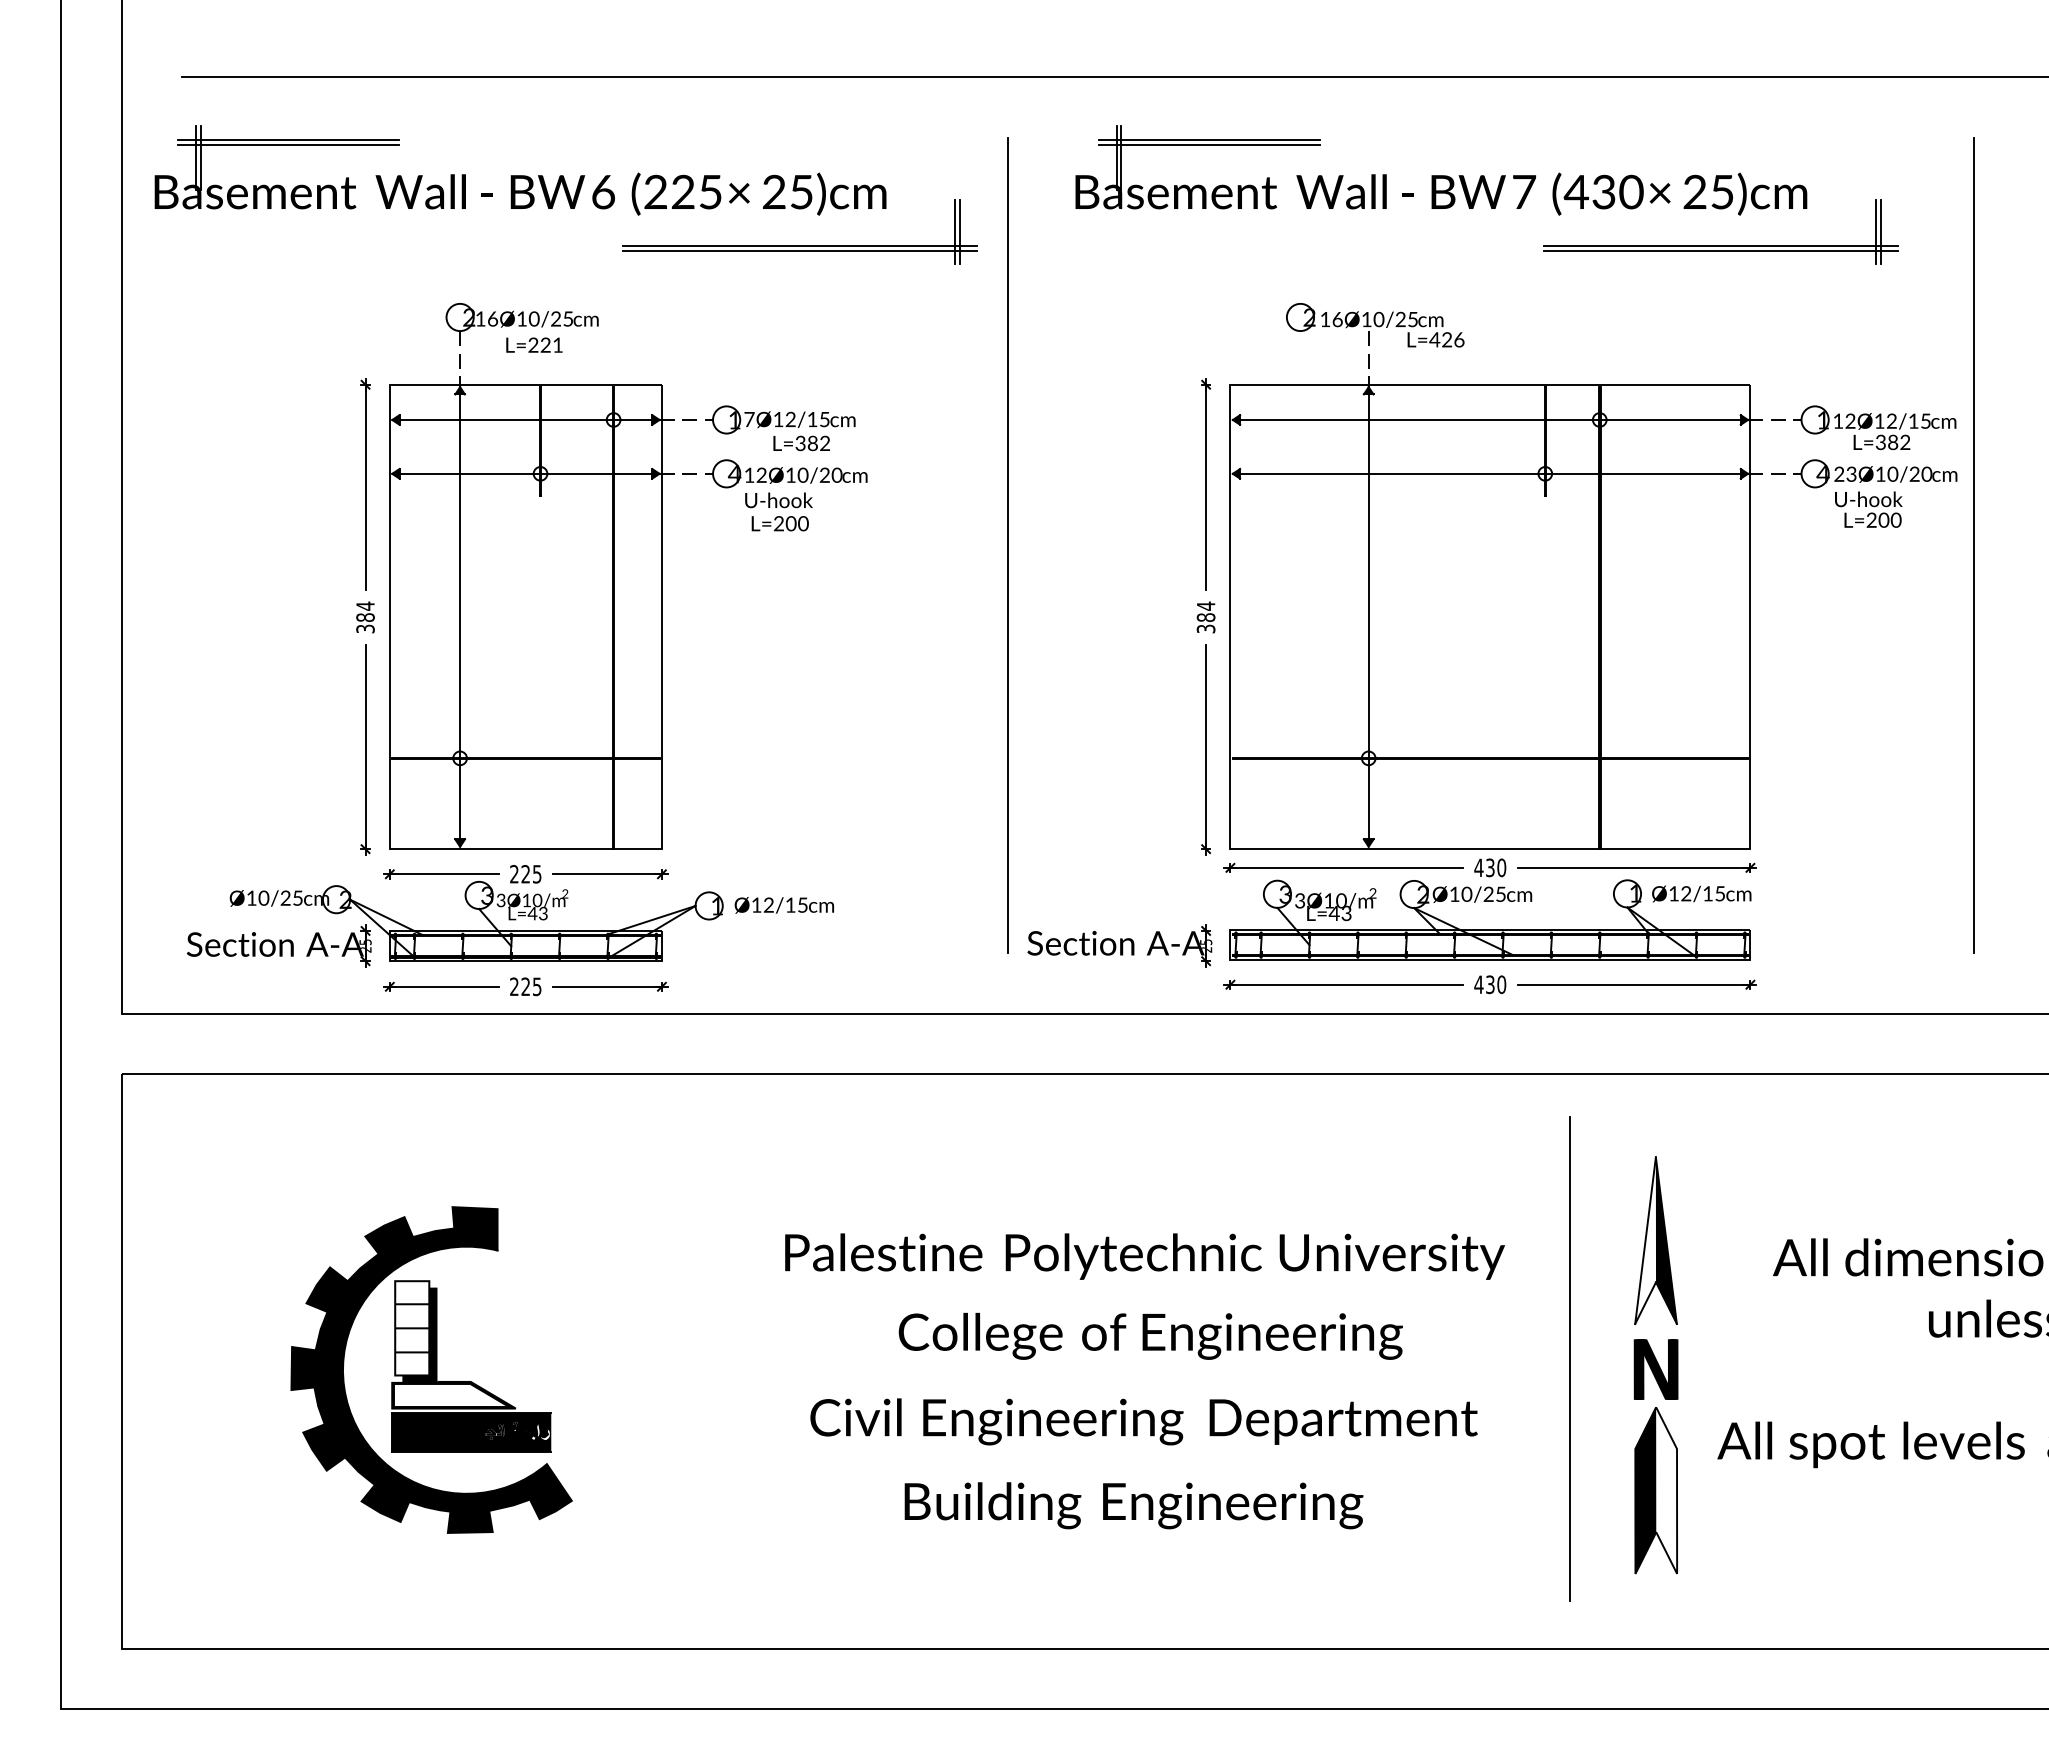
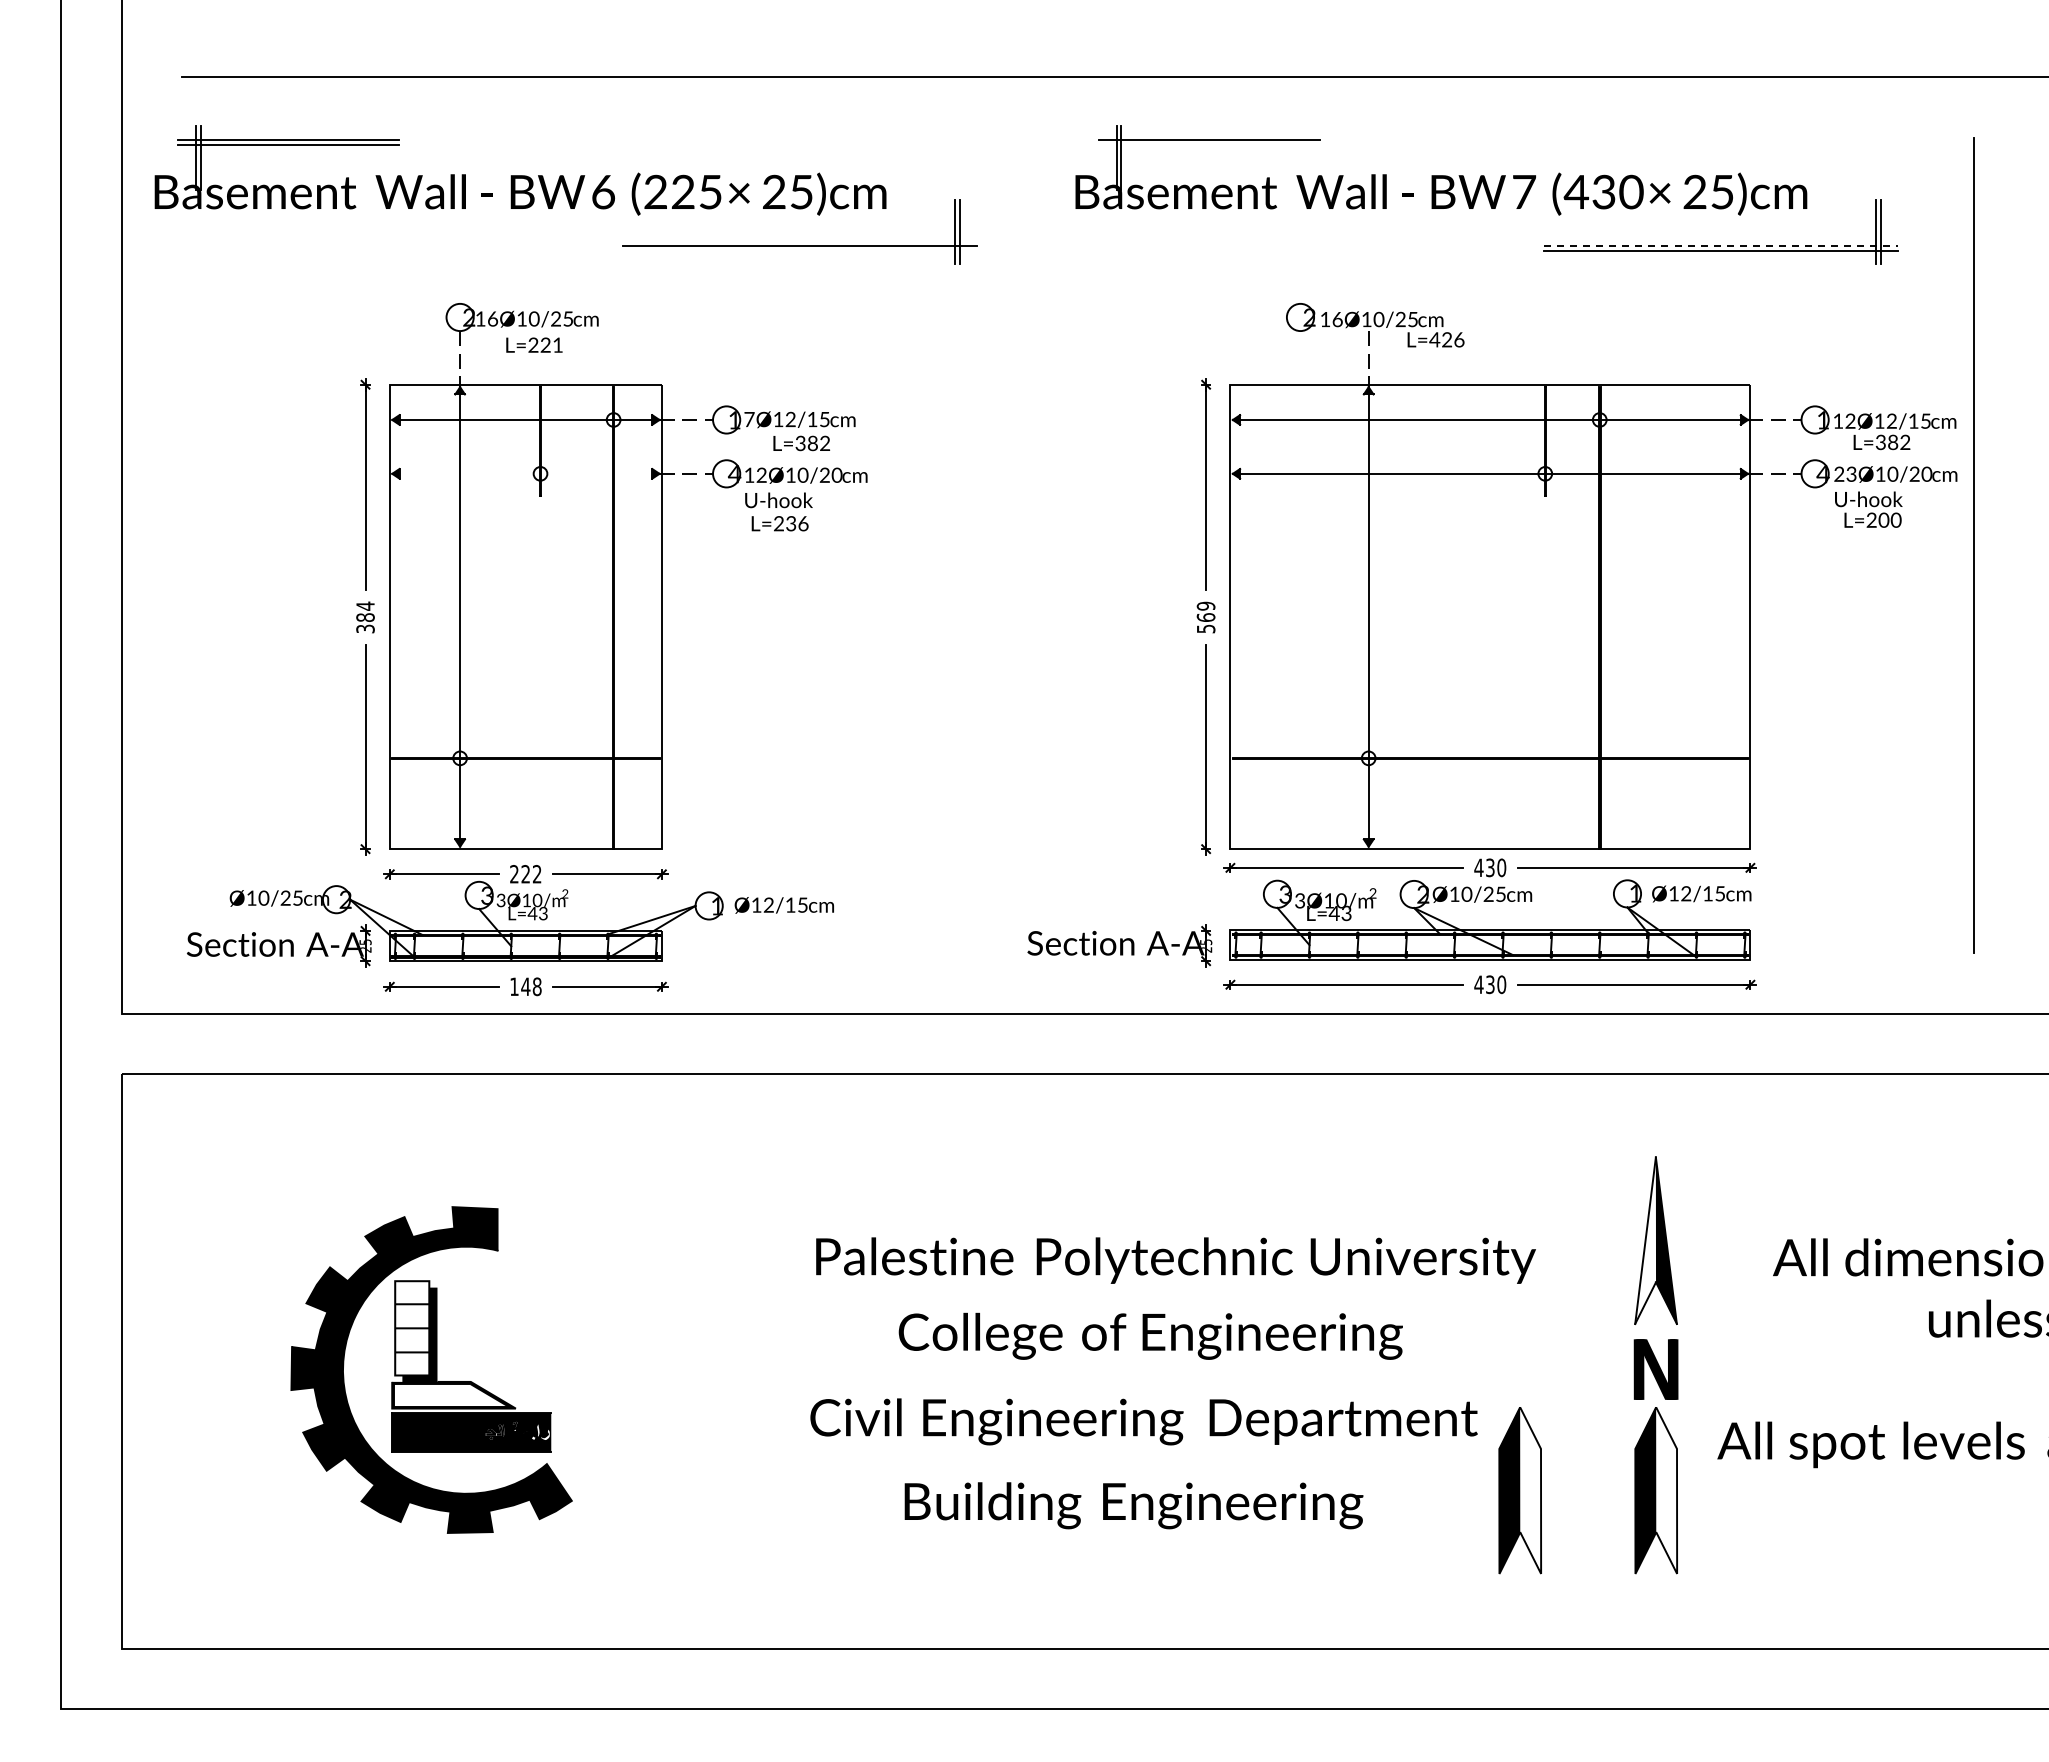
line at (1208, 144): present -> none
line at (1721, 245): solid -> dashed
line at (800, 250): present -> none
line at (525, 473): present -> none
text at (796, 523): L=200 -> L=236
line at (1007, 545): present -> none
text at (1205, 616): 384 -> 569
text at (537, 874): 225 -> 222
text at (525, 986): 225 -> 148
text at (1144, 1256) position: (1144, 1256) -> (1175, 1260)
line at (1569, 1359): present -> none
part at (1519, 1490): none -> present
